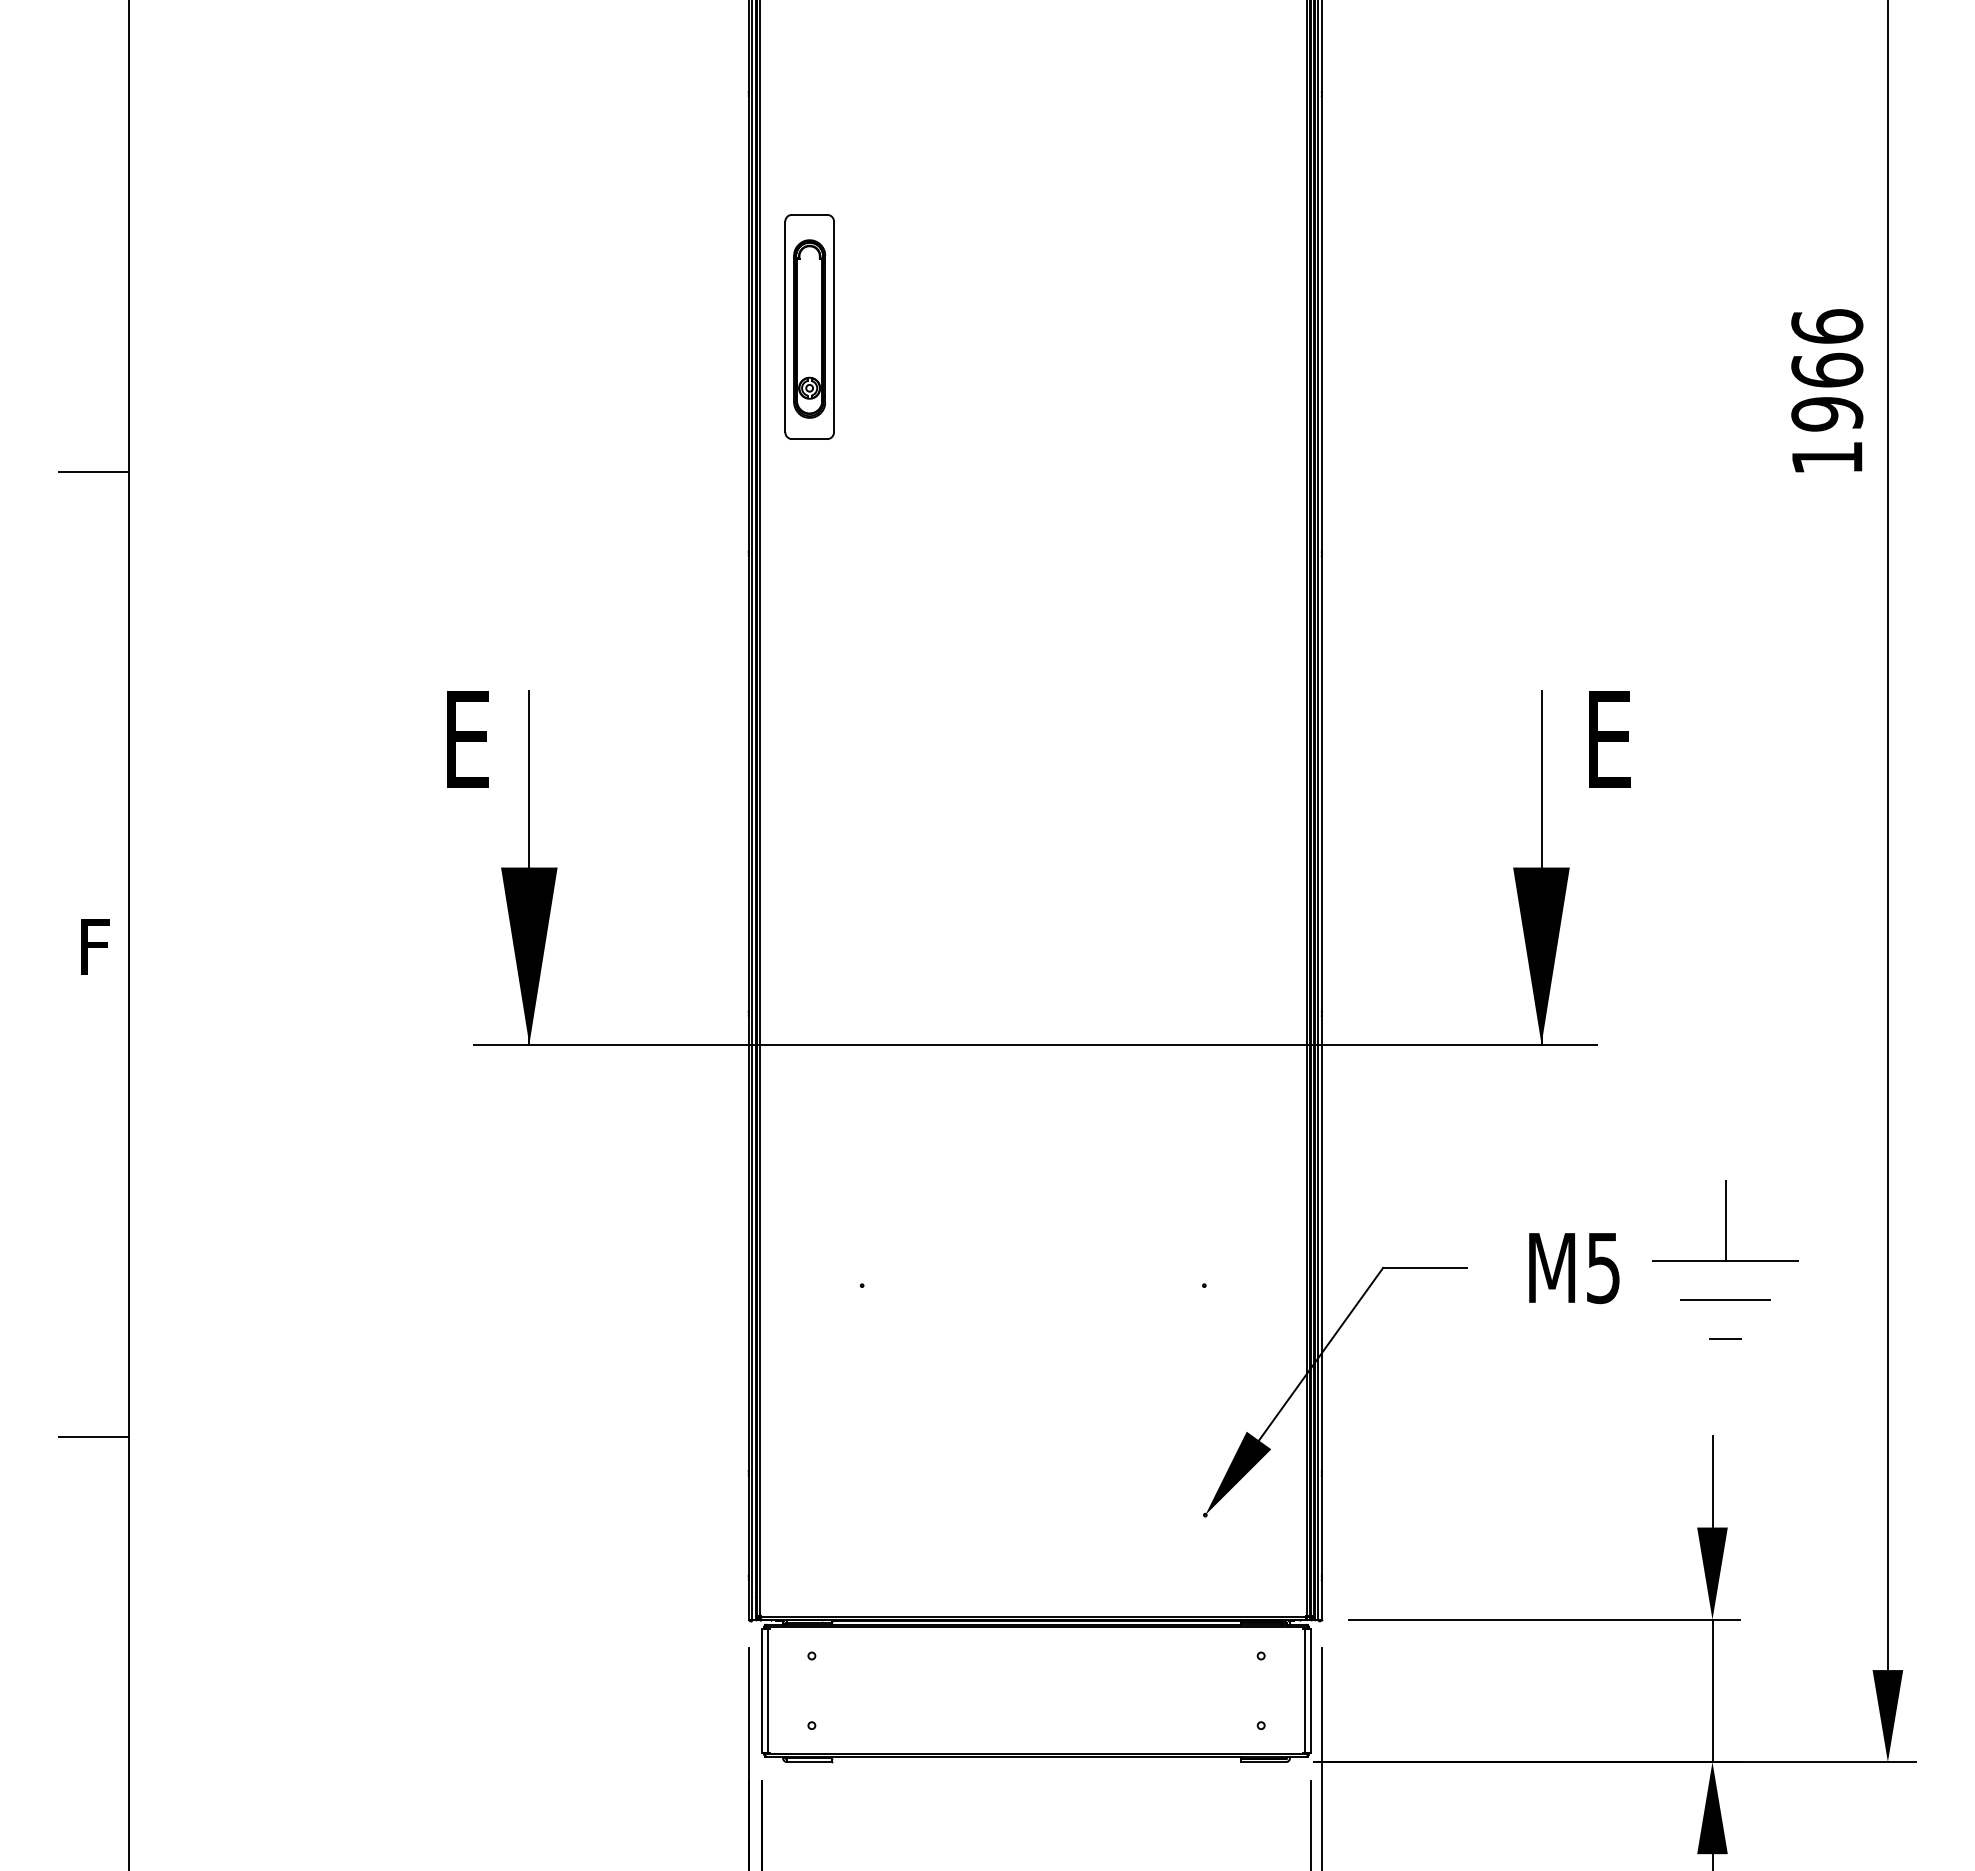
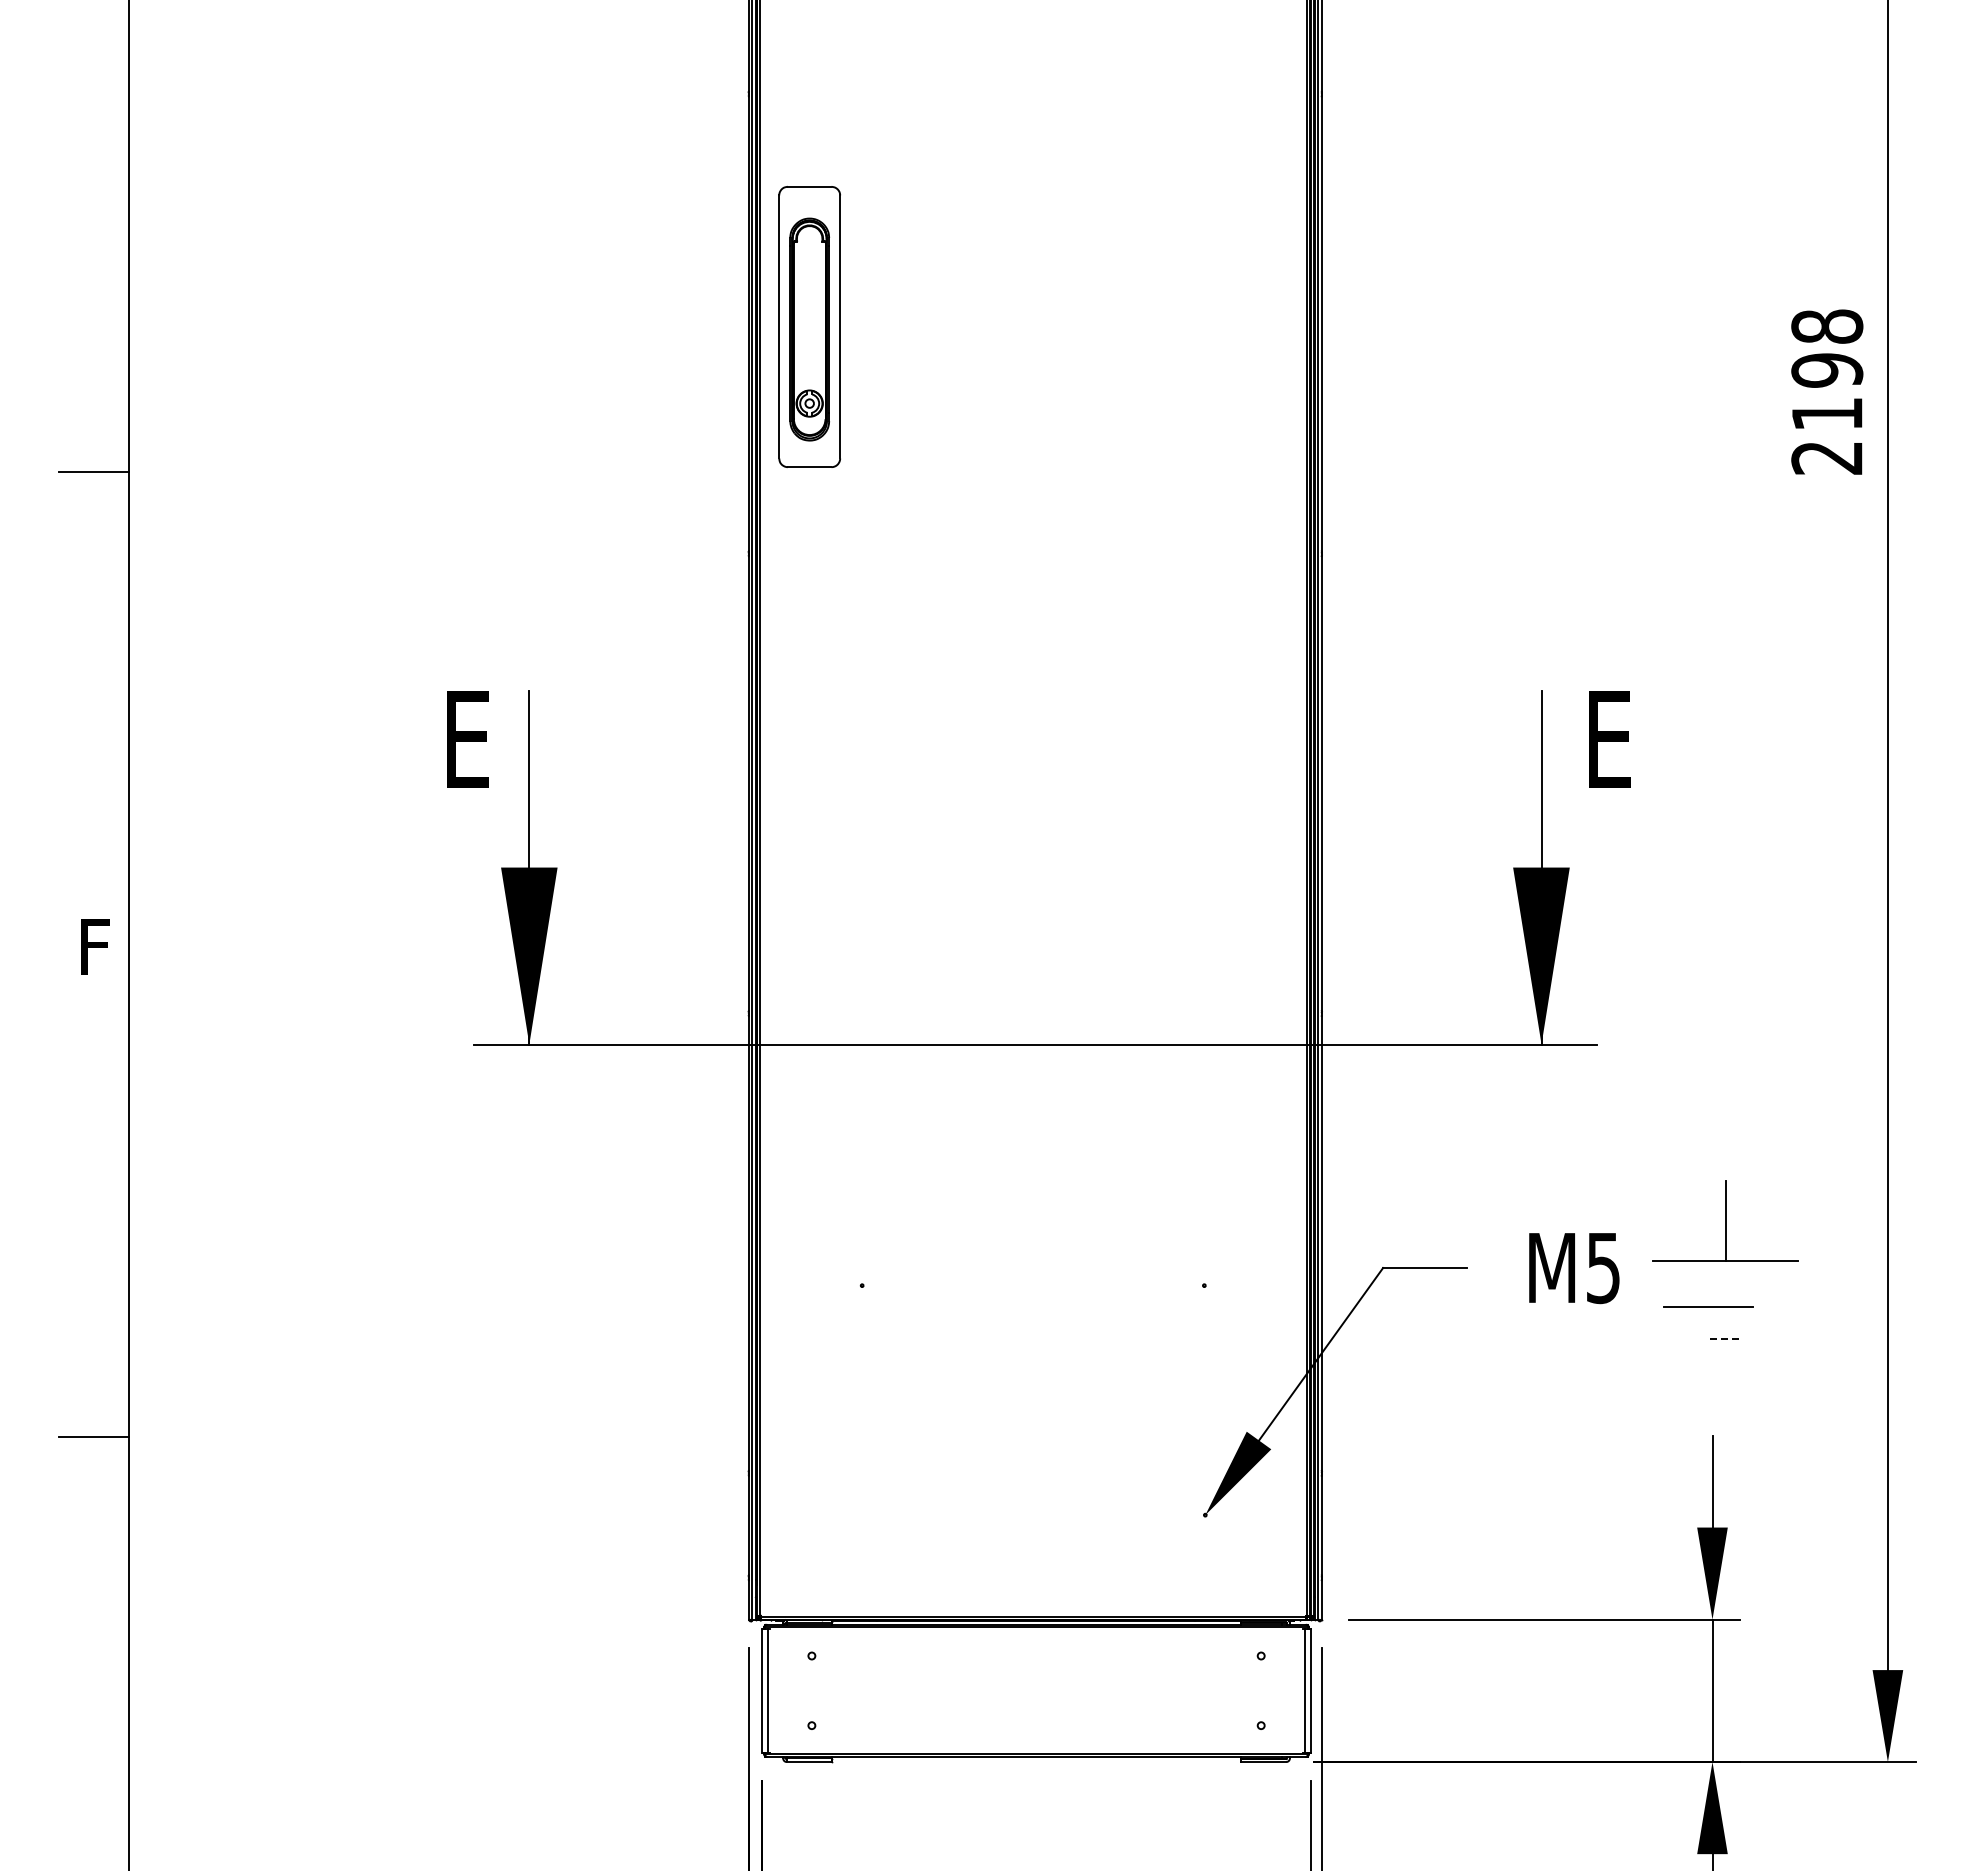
part at (809, 326) size: 51x226 px -> 63x282 px
text at (1827, 391): 1966 -> 2198
line at (1725, 1299) position: (1725, 1299) -> (1708, 1306)
line at (1725, 1338): solid -> dashed
